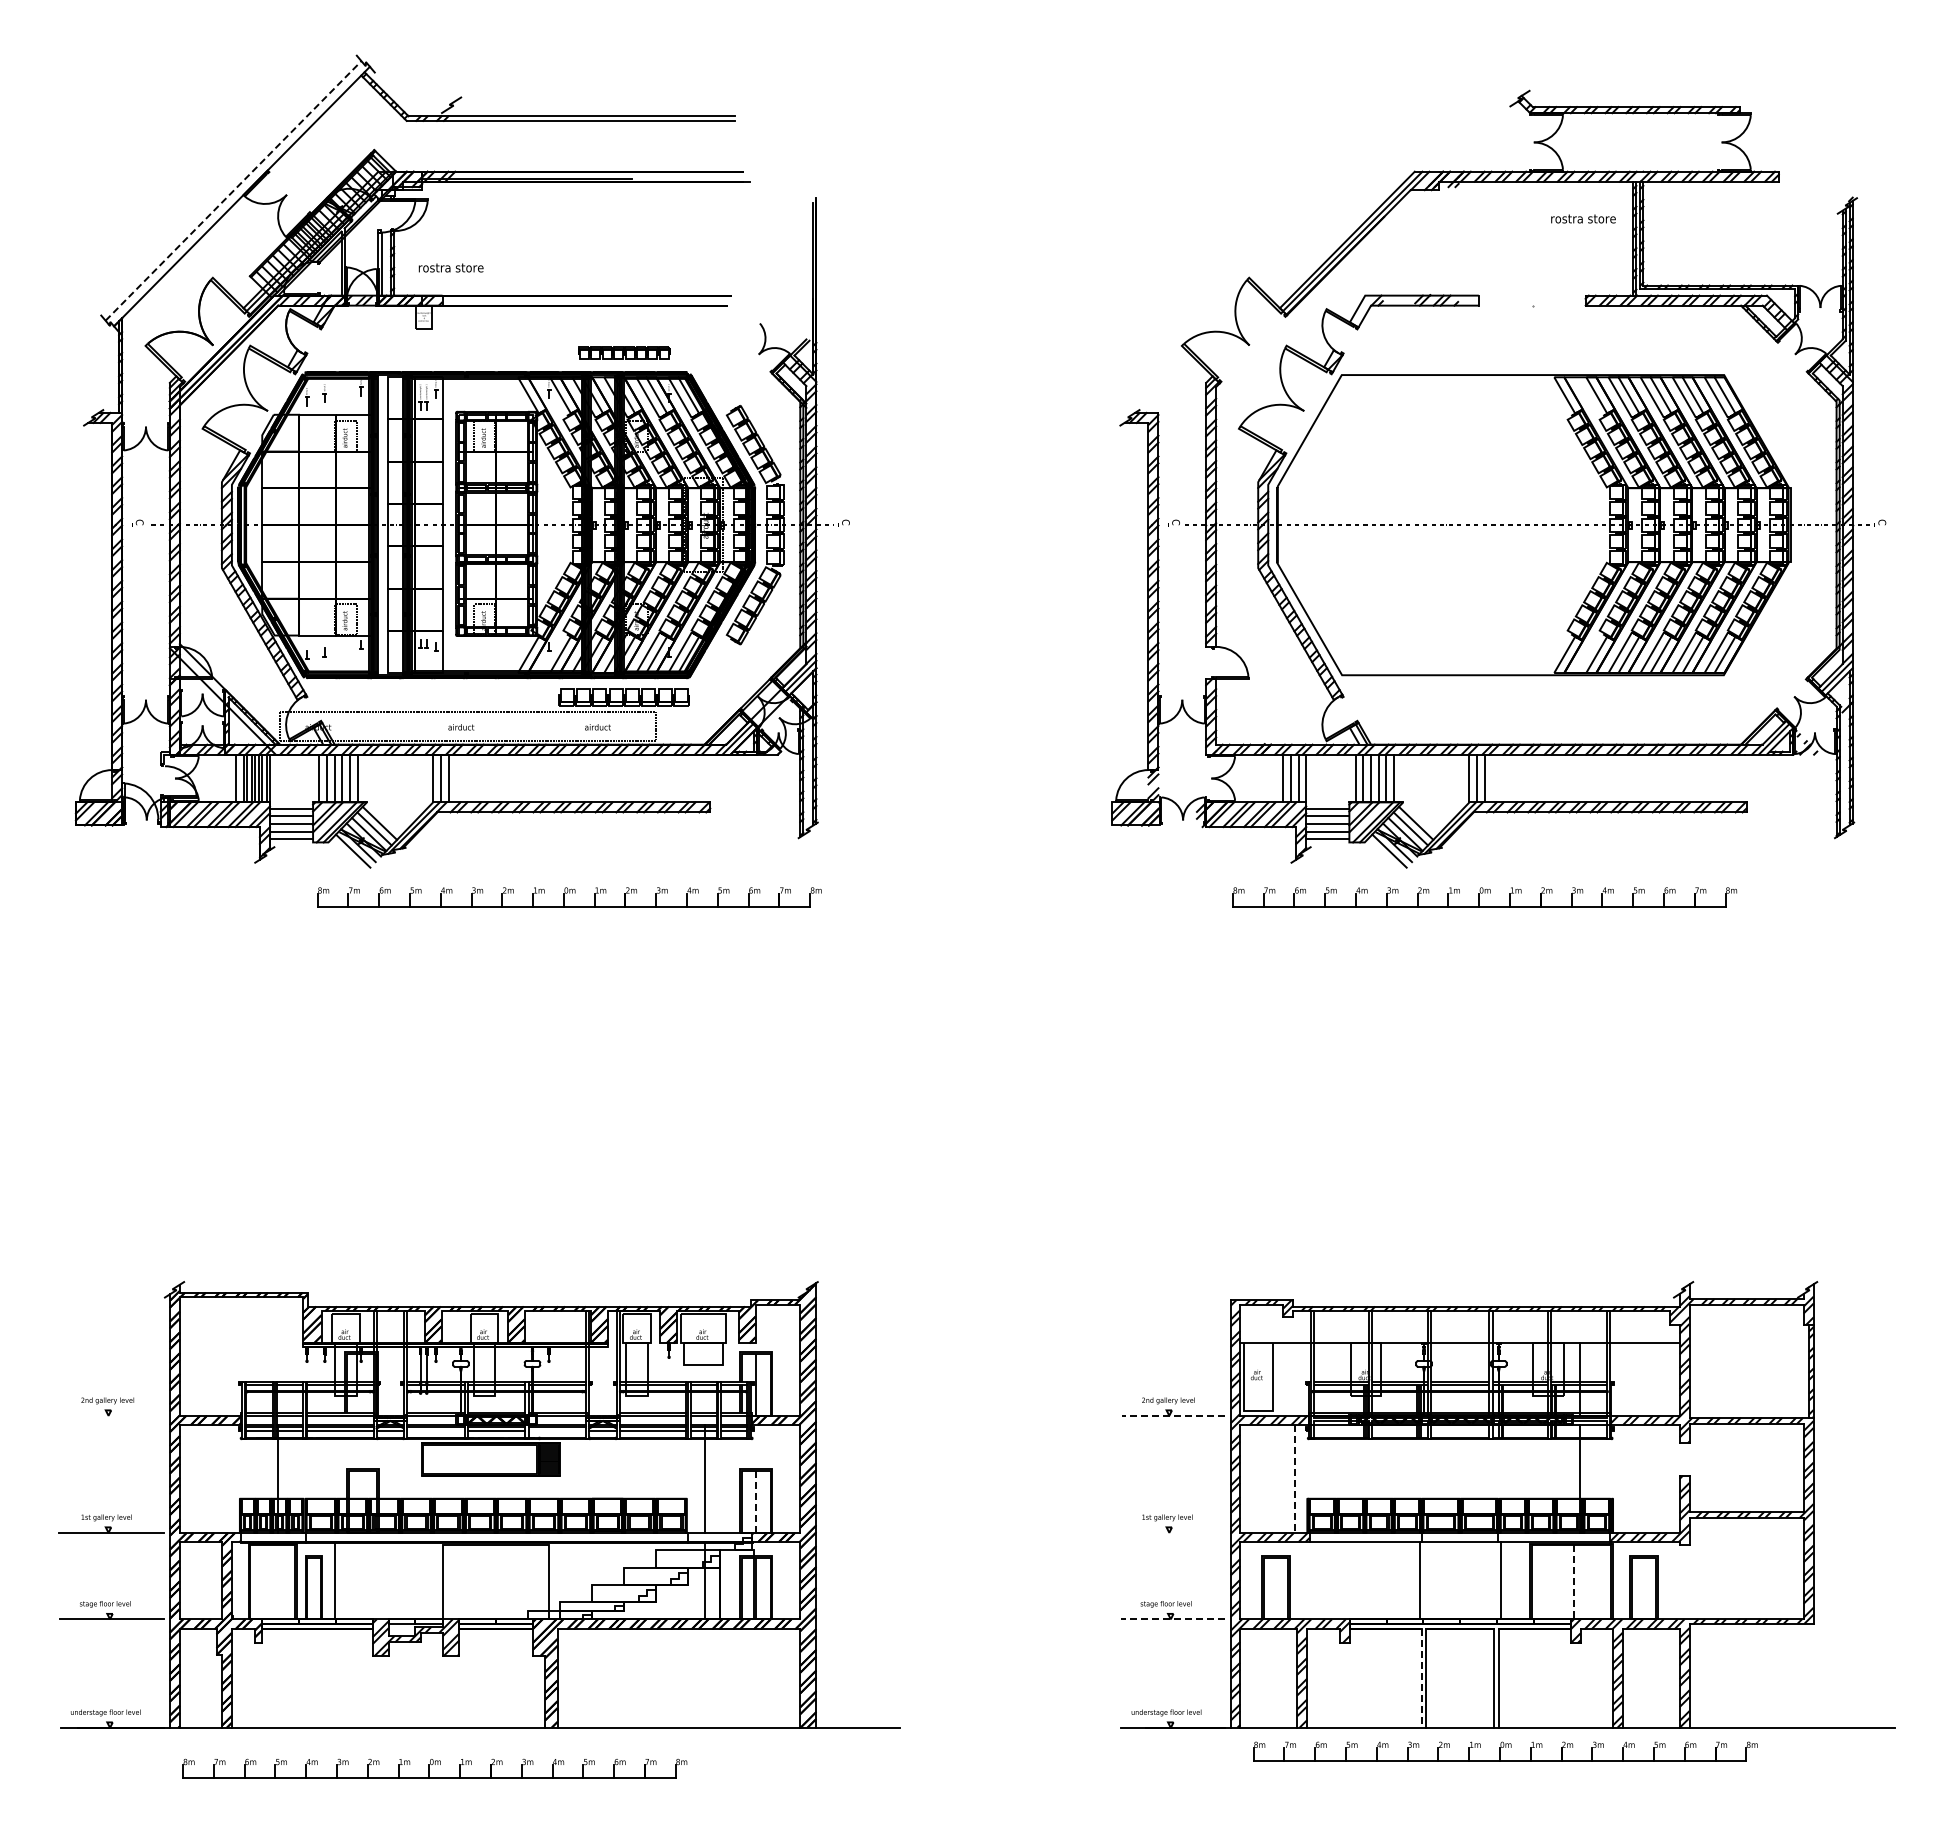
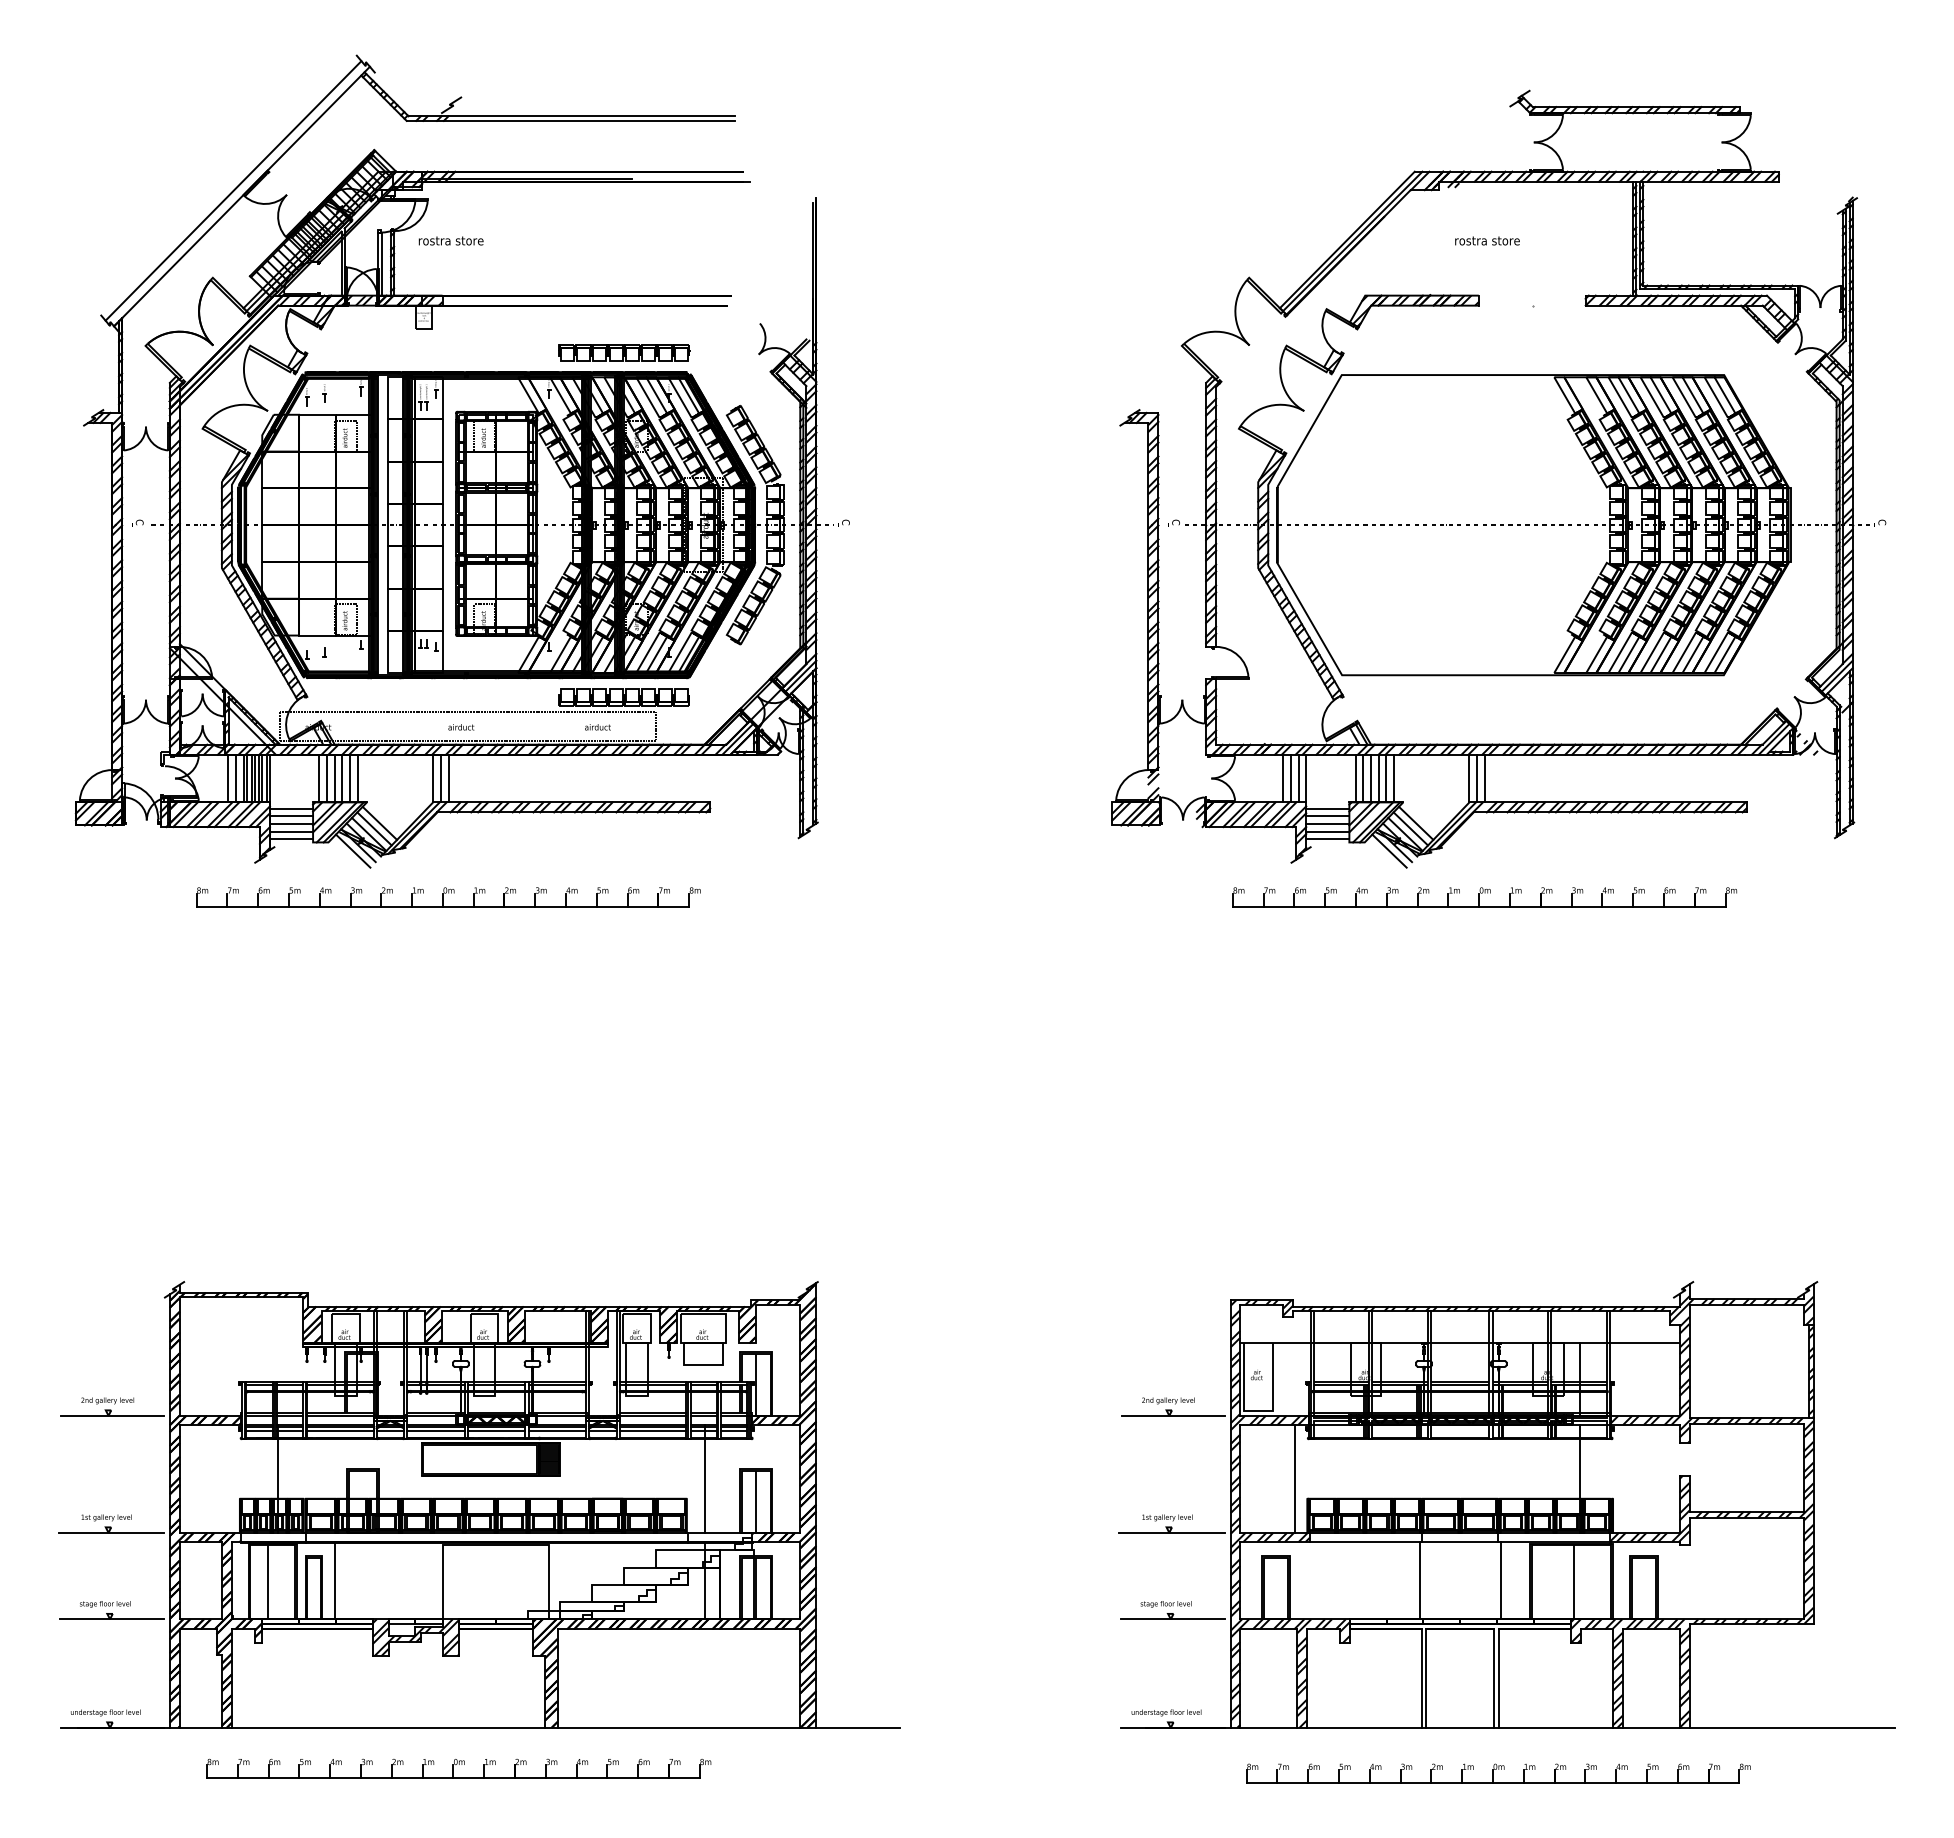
line at (233, 190): dashed -> solid
text at (1583, 218) position: (1583, 218) -> (1487, 240)
text at (450, 267) position: (450, 267) -> (450, 240)
hatch at (1415, 310): none -> present
part at (624, 352) size: 93x14 px -> 133x18 px
line at (228, 778): none -> present
part at (569, 897) position: (569, 897) -> (448, 897)
line at (112, 1415): none -> present
line at (1172, 1415): dashed -> solid
line at (435, 1430): none -> present
line at (556, 1430): none -> present
line at (1295, 1478): dashed -> solid
line at (756, 1502): dashed -> solid
line at (1171, 1532): none -> present
line at (268, 1582): none -> present
line at (1574, 1582): dashed -> solid
line at (1172, 1619): dashed -> solid
line at (1421, 1679): dashed -> solid
part at (1505, 1751) position: (1505, 1751) -> (1498, 1773)
part at (434, 1768) position: (434, 1768) -> (458, 1768)
